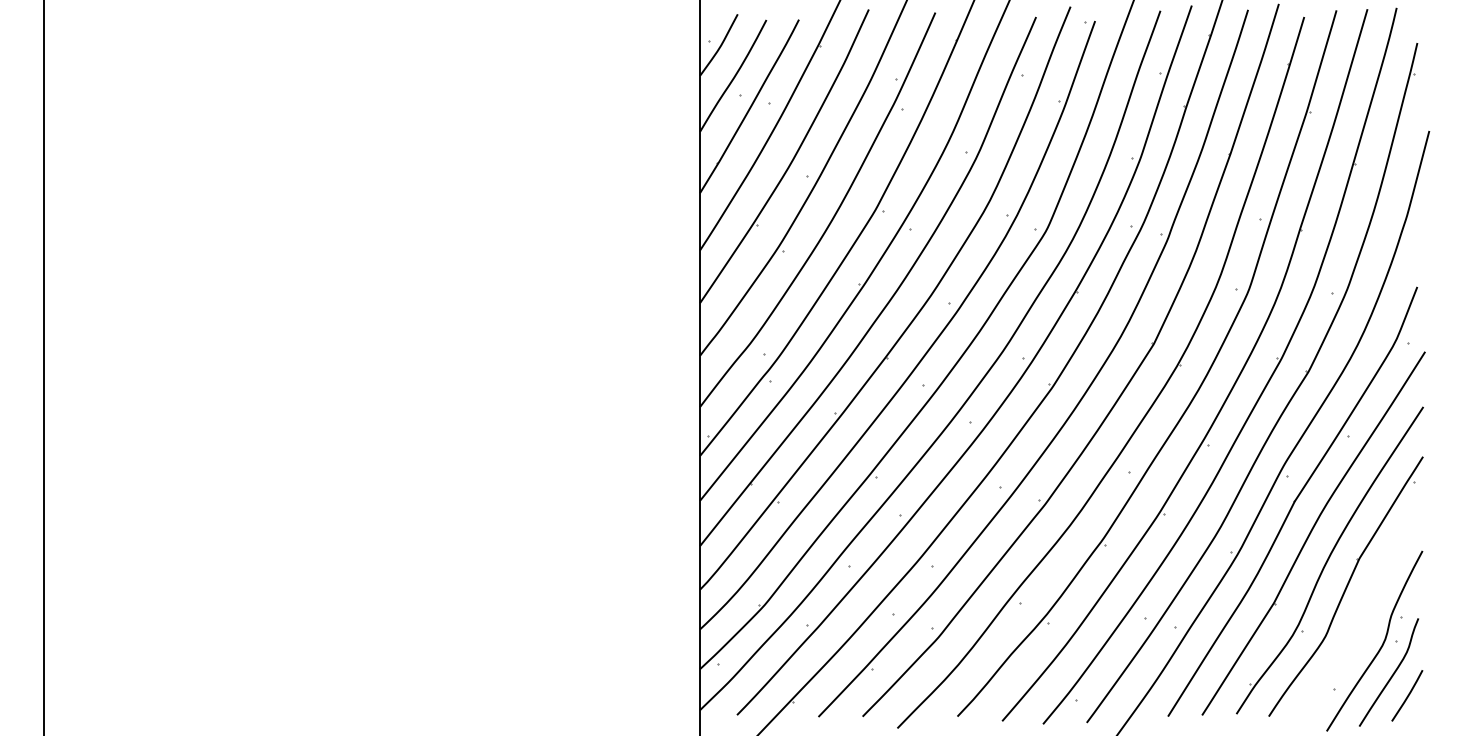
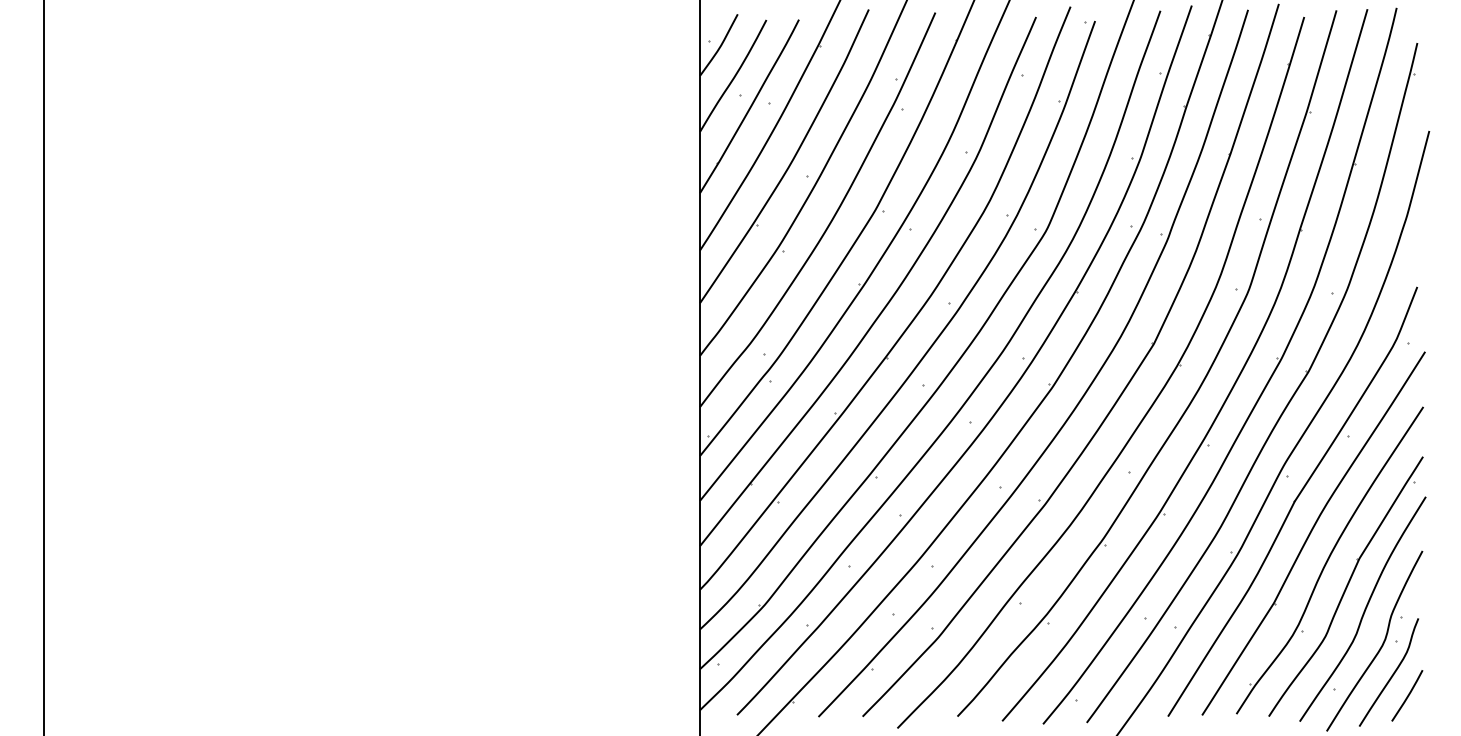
curve at (1364, 608): none -> present
